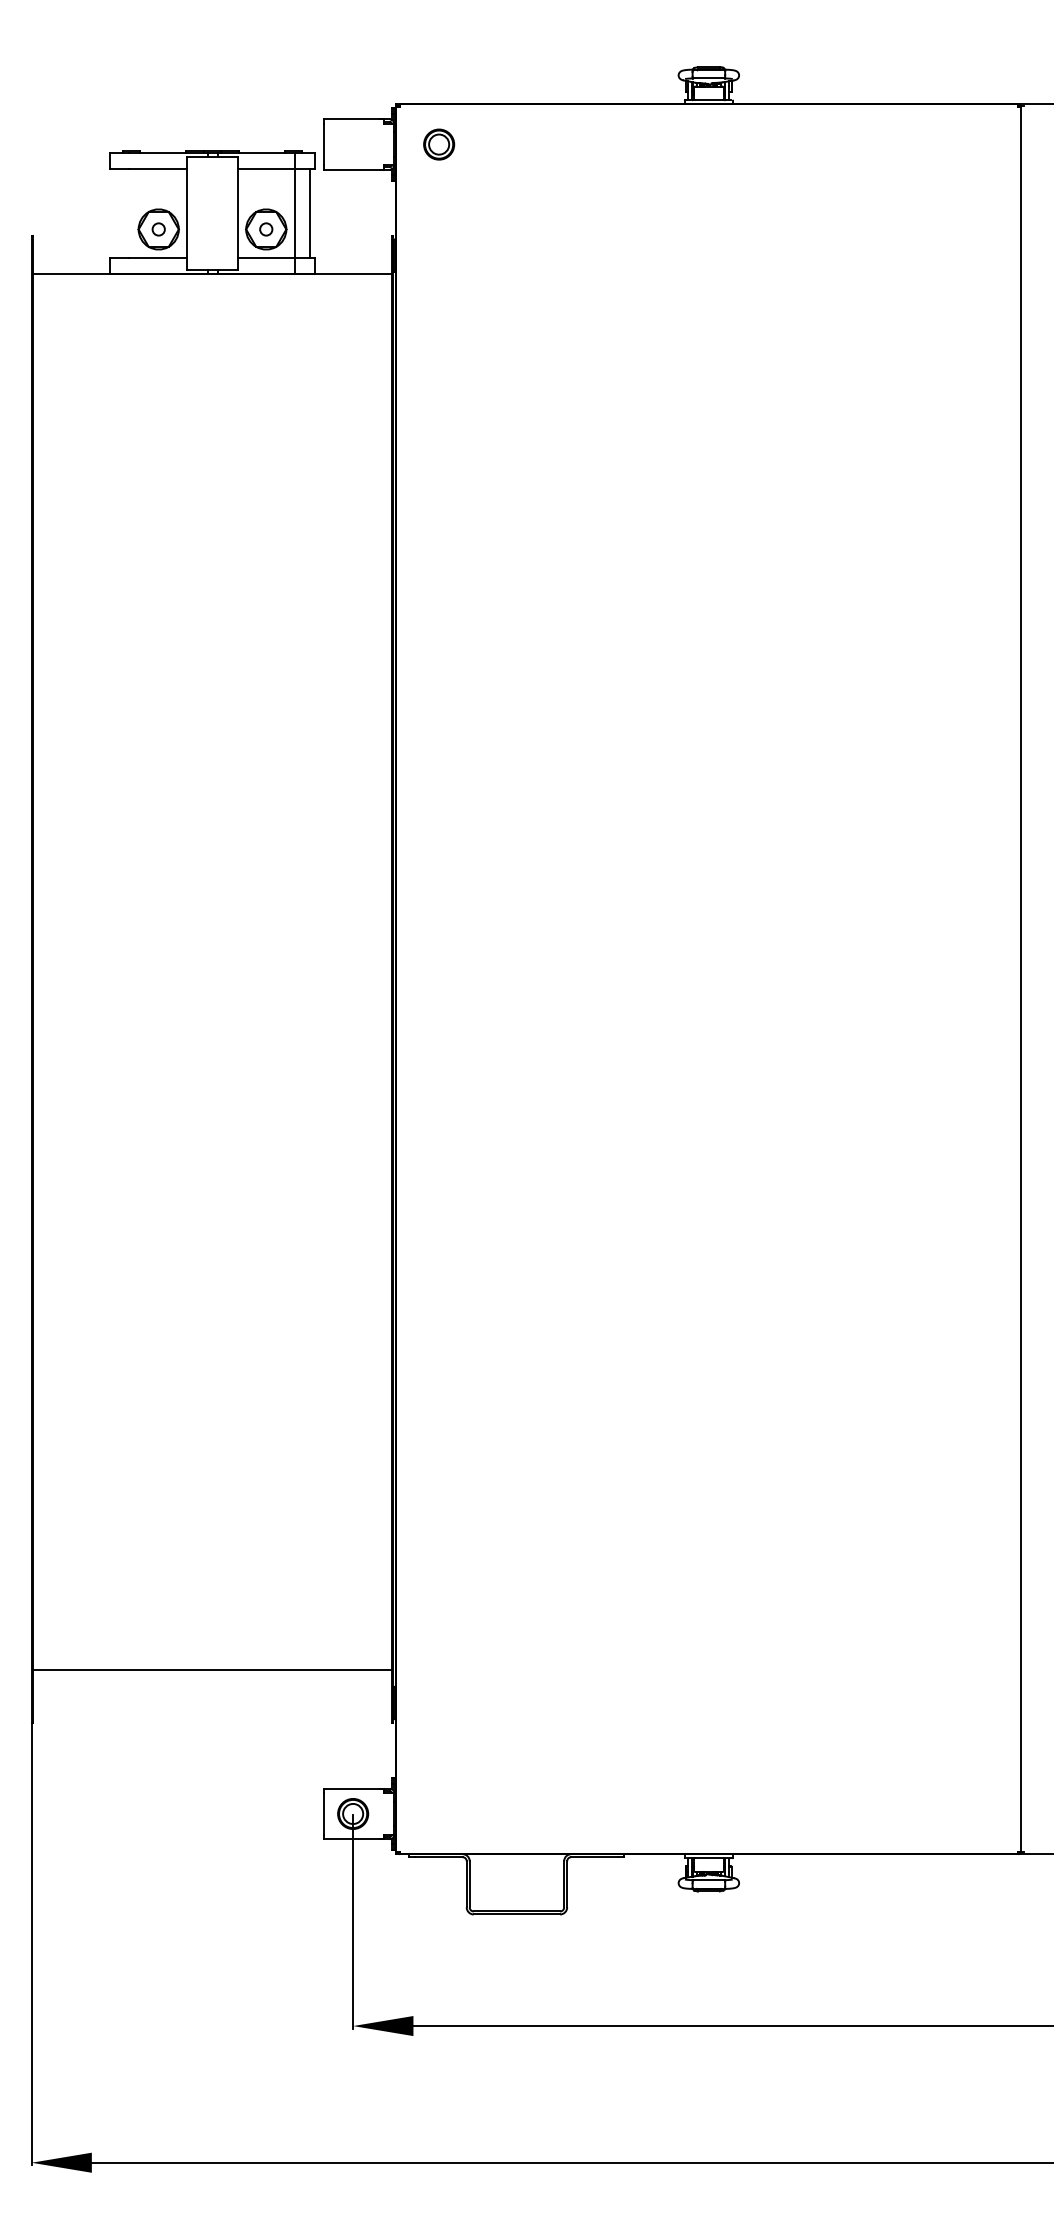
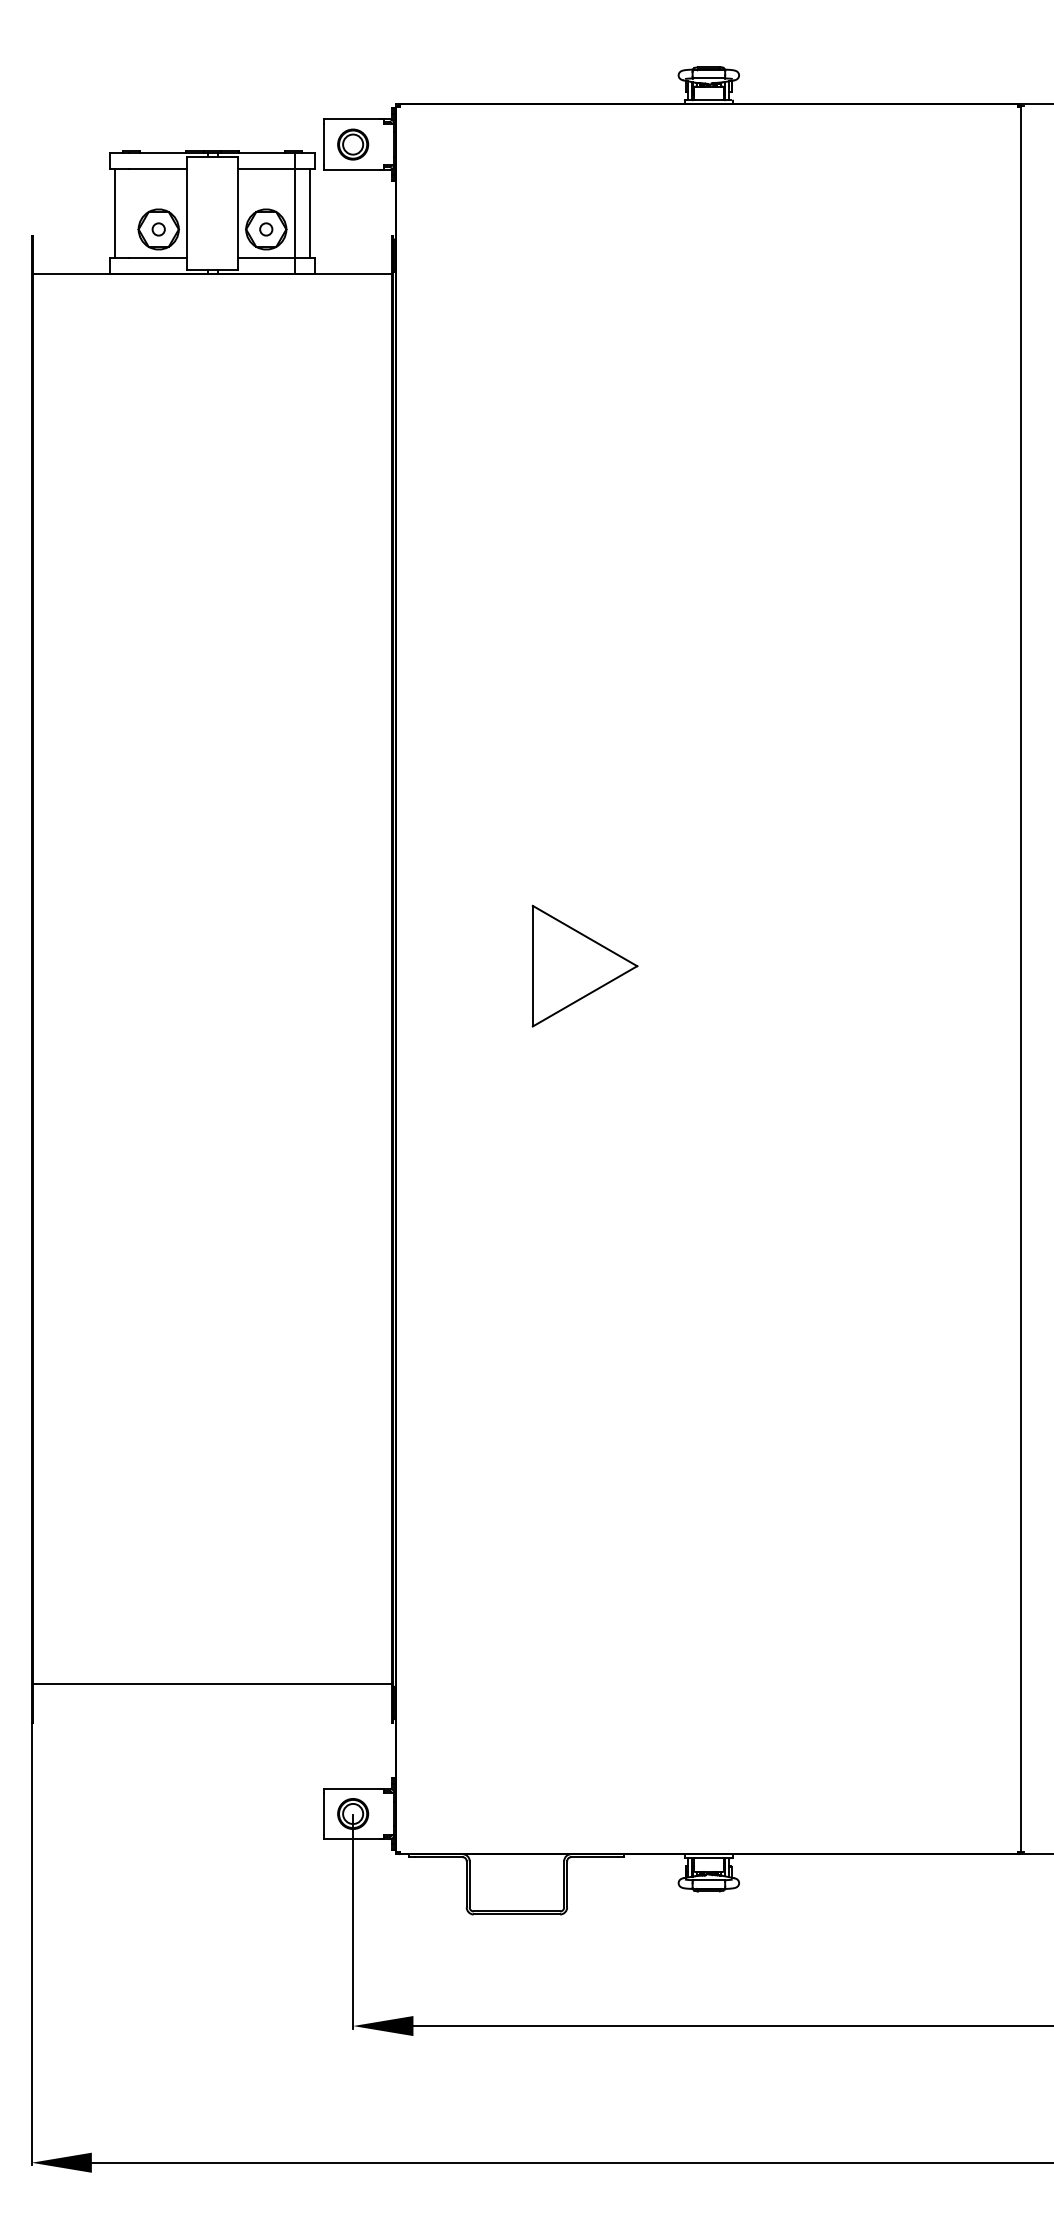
part at (439, 144) position: (439, 144) -> (353, 144)
line at (115, 213): none -> present
part at (584, 965): none -> present
line at (211, 1670) position: (211, 1670) -> (211, 1684)
